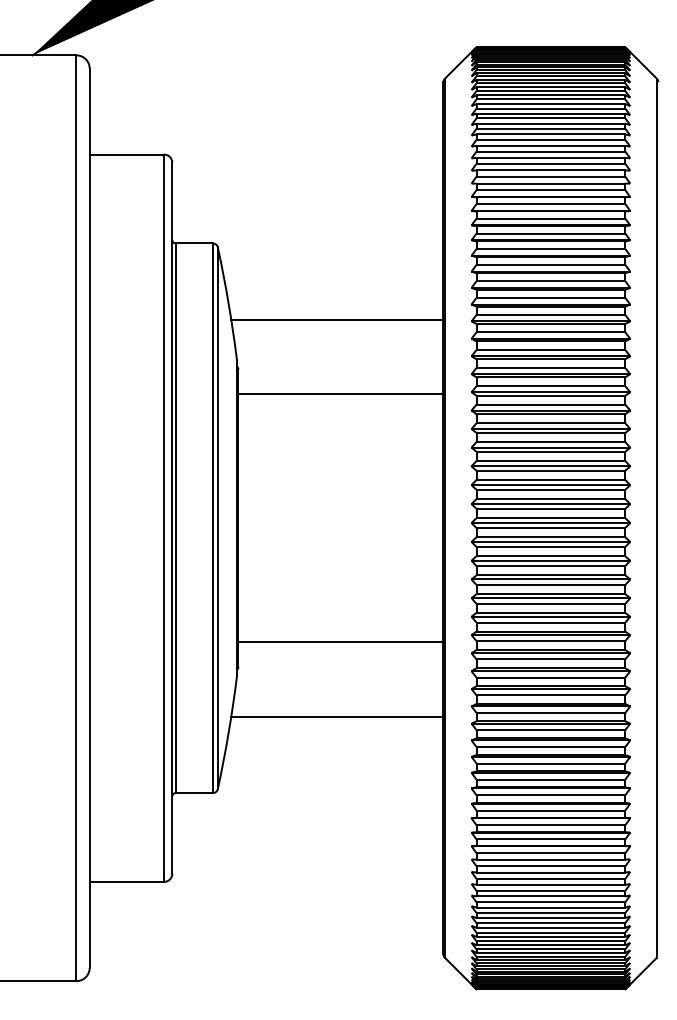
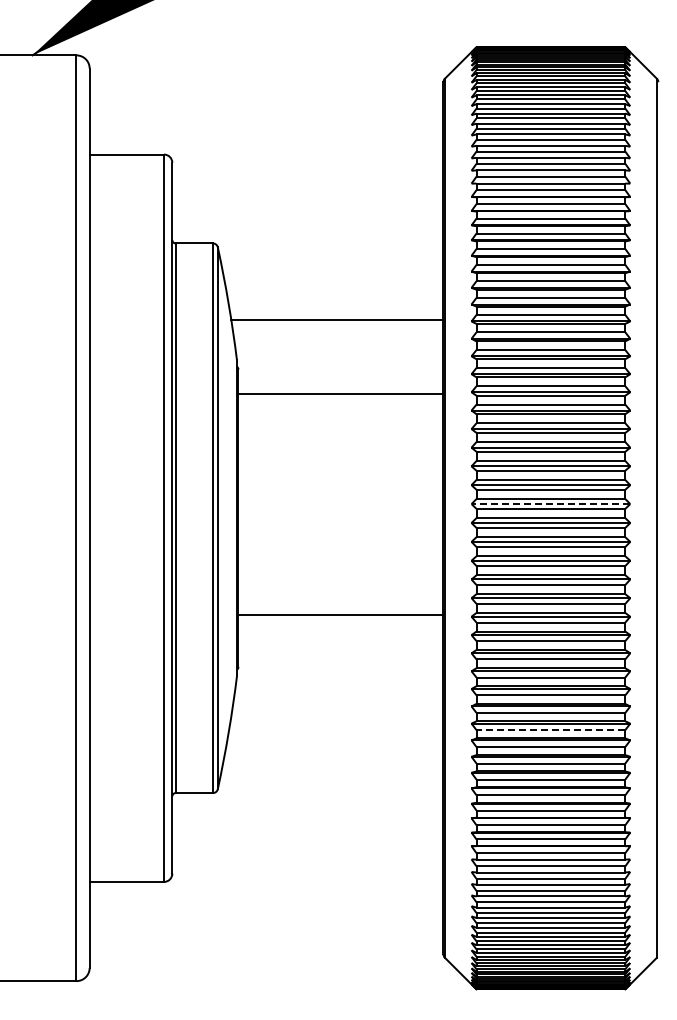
line at (550, 504): solid -> dashed
line at (340, 642) position: (340, 642) -> (340, 615)
line at (337, 716): present -> none
line at (550, 730): solid -> dashed
